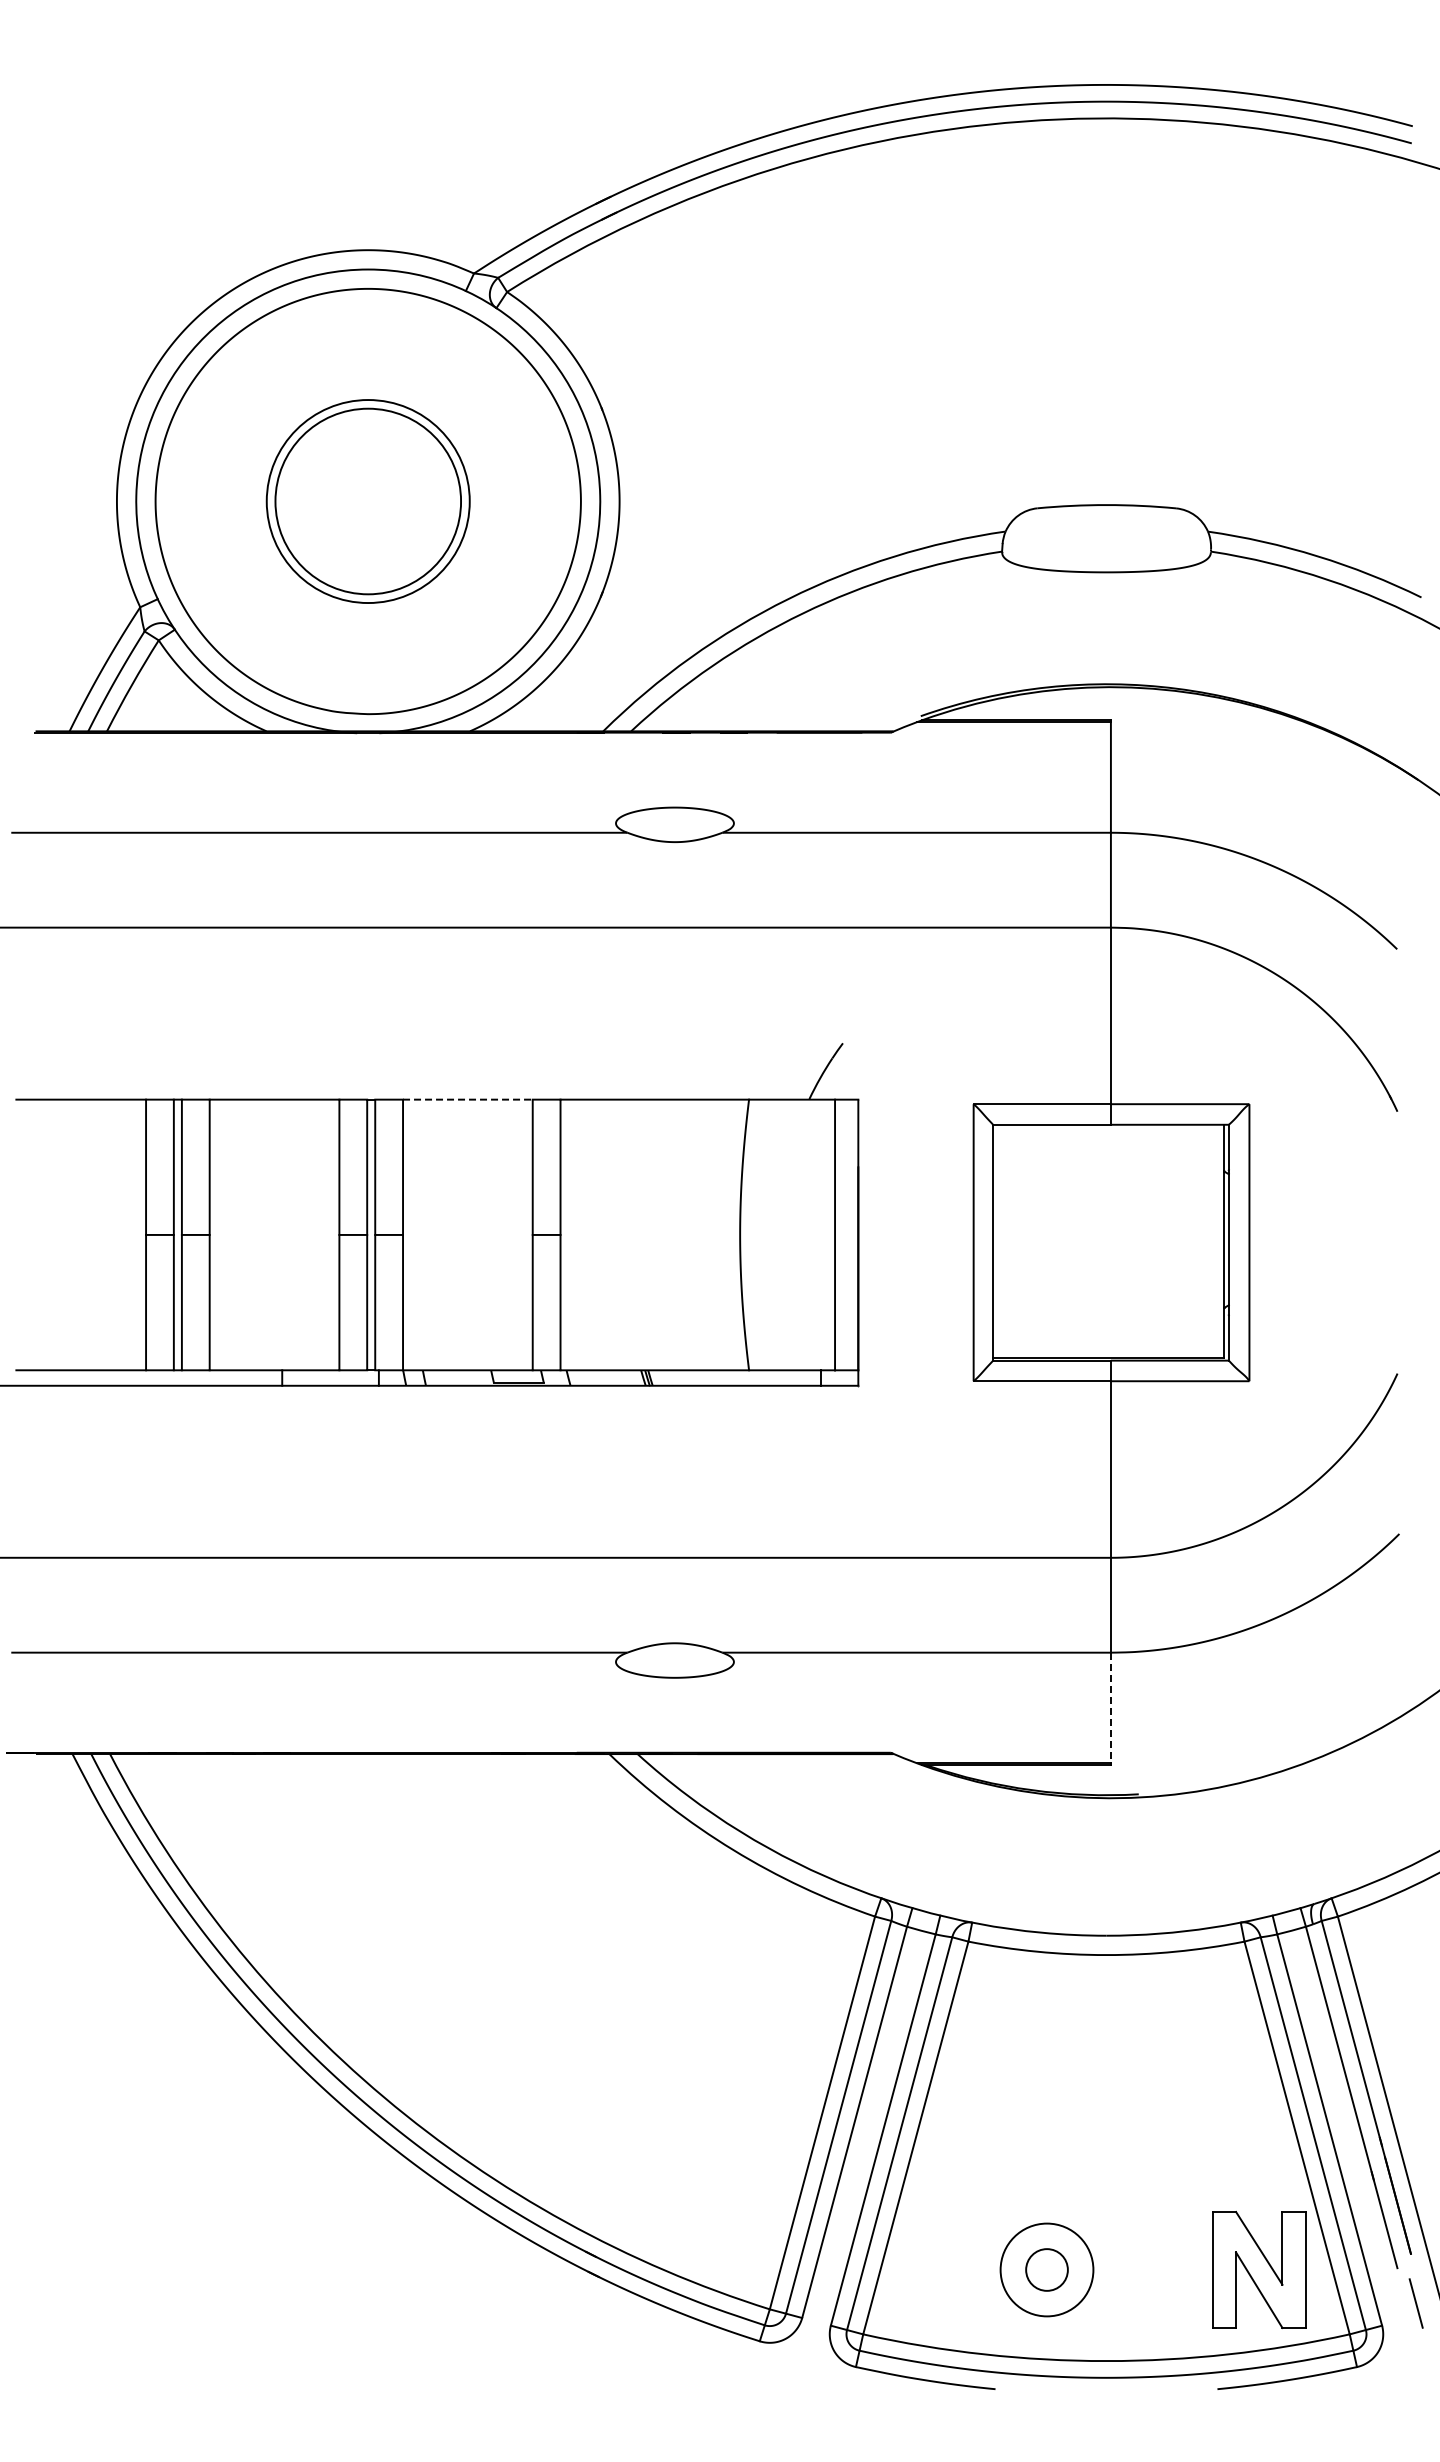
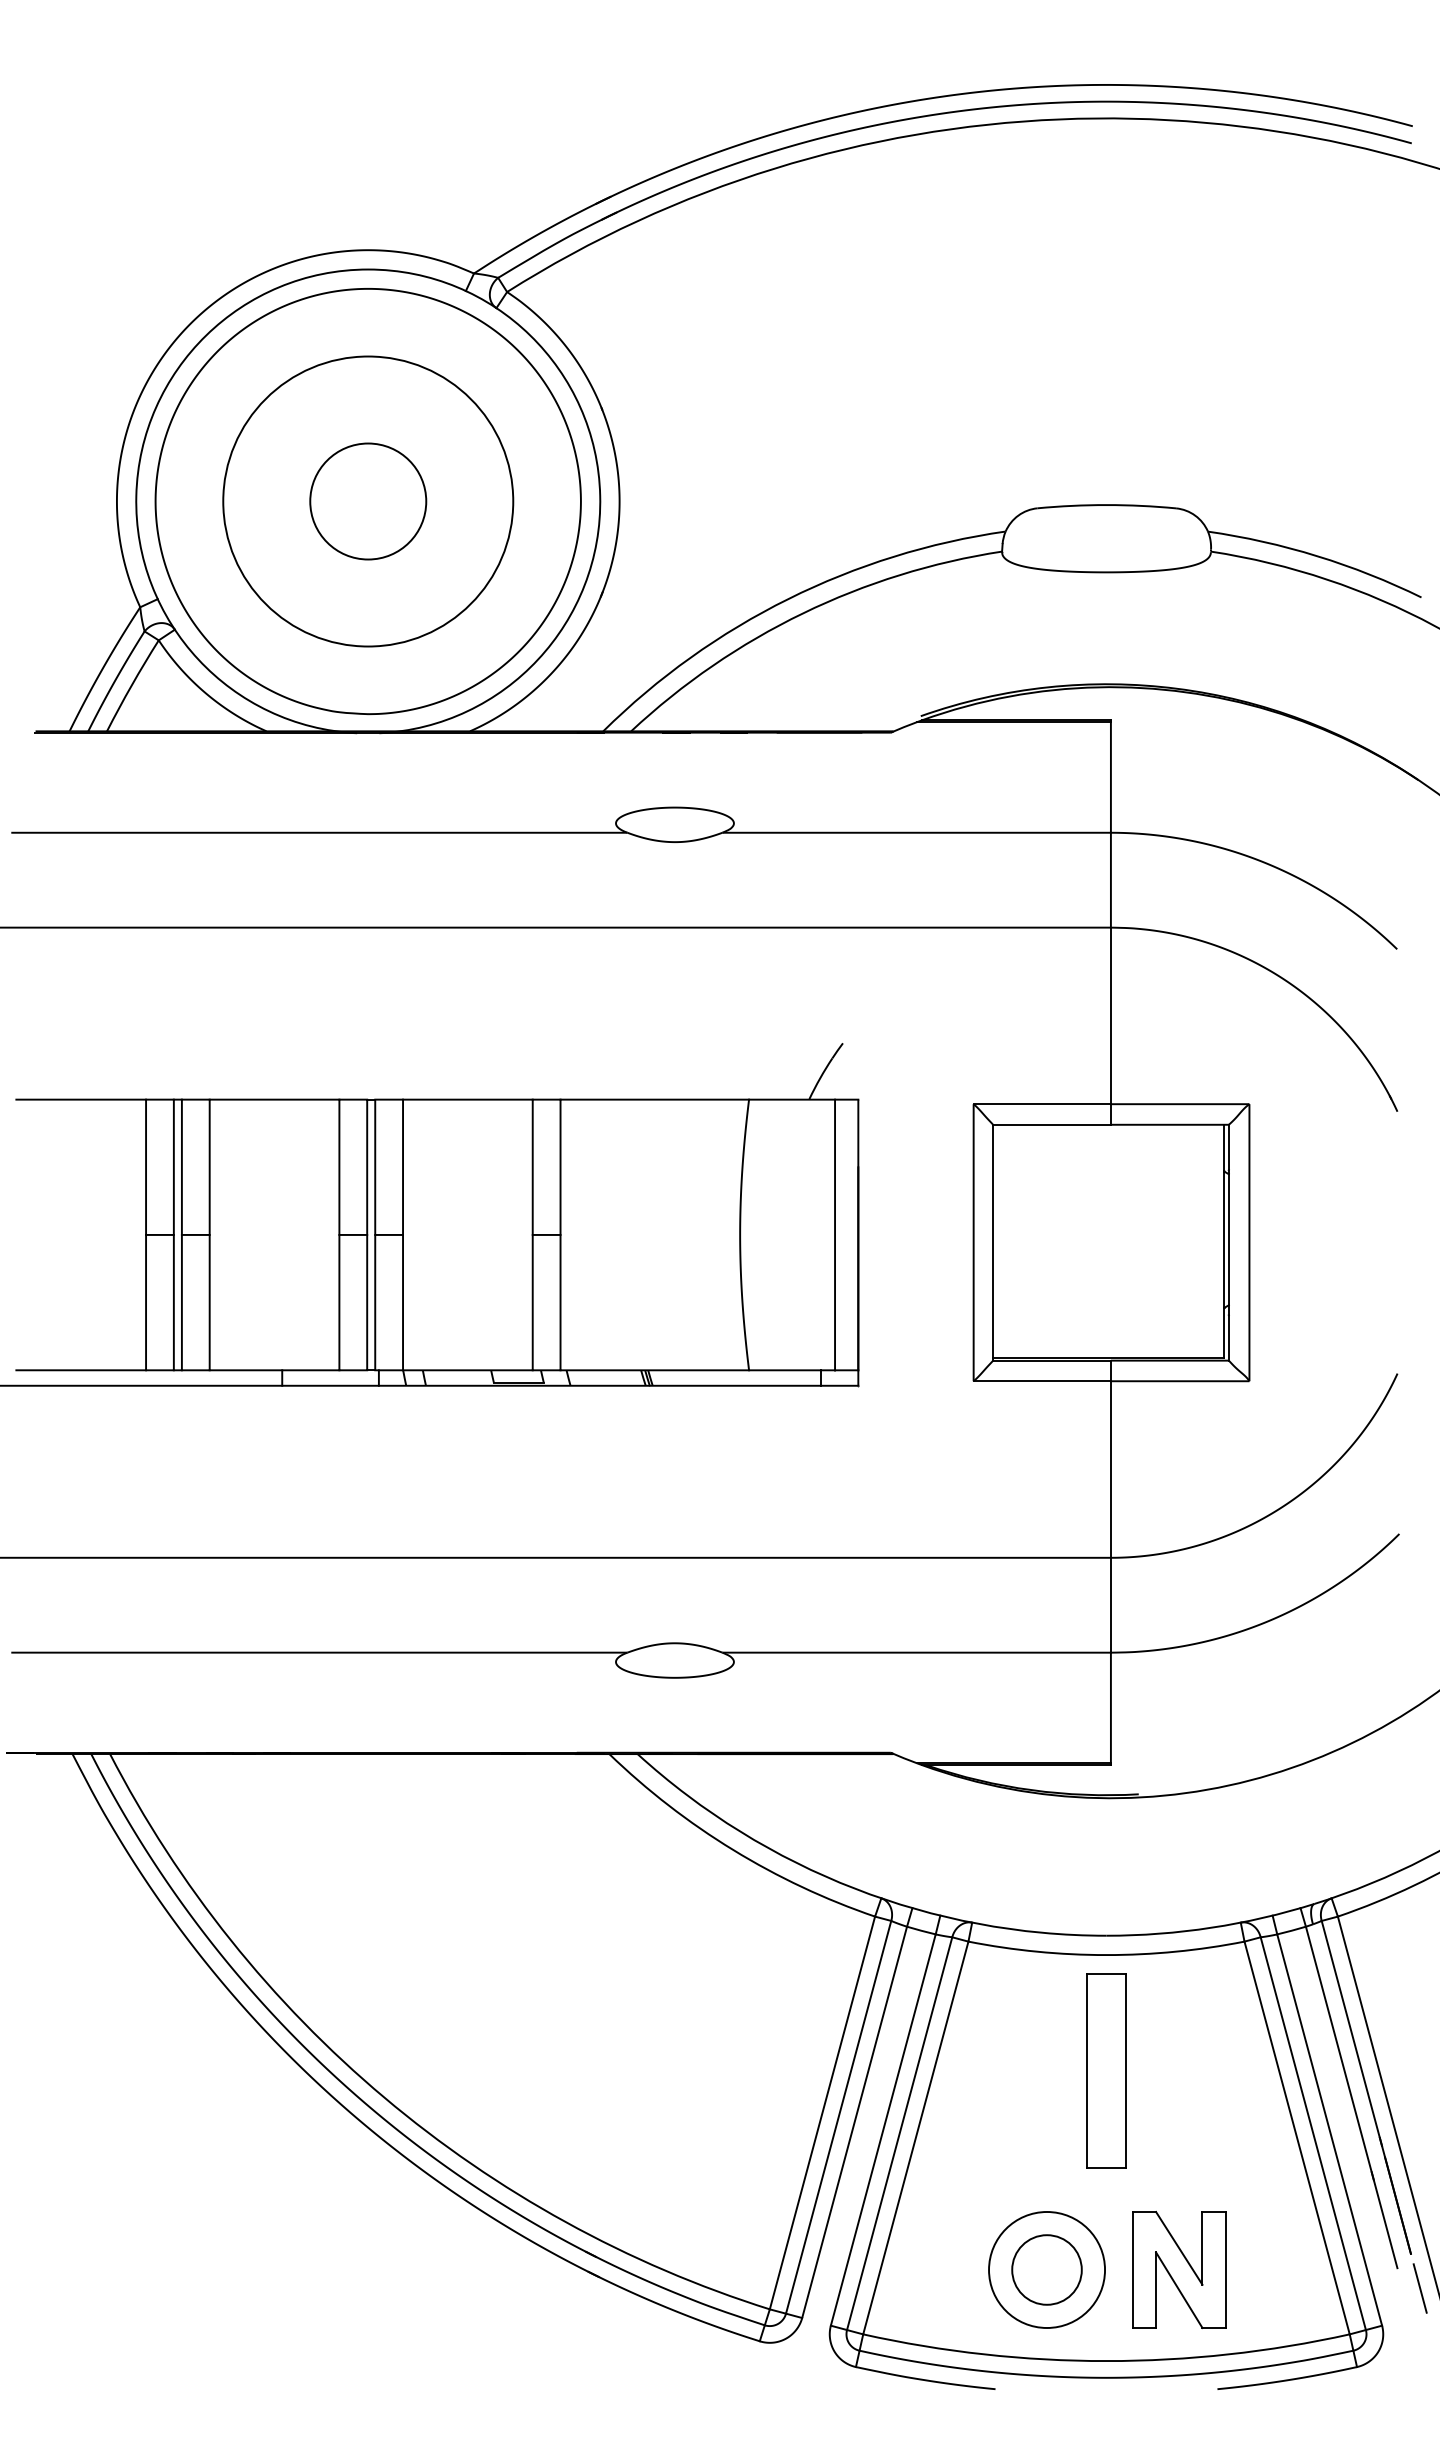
circle at (367, 501) diameter: 203 px -> 290 px
circle at (368, 501) diameter: 186 px -> 116 px
line at (467, 1099): dashed -> solid
line at (1110, 1708): dashed -> solid
part at (1106, 2070): none -> present
circle at (1046, 2269) diameter: 42 px -> 70 px
circle at (1046, 2269) diameter: 93 px -> 116 px
part at (1259, 2269) position: (1259, 2269) -> (1179, 2269)
line at (1415, 2303) position: (1415, 2303) -> (1419, 2288)
